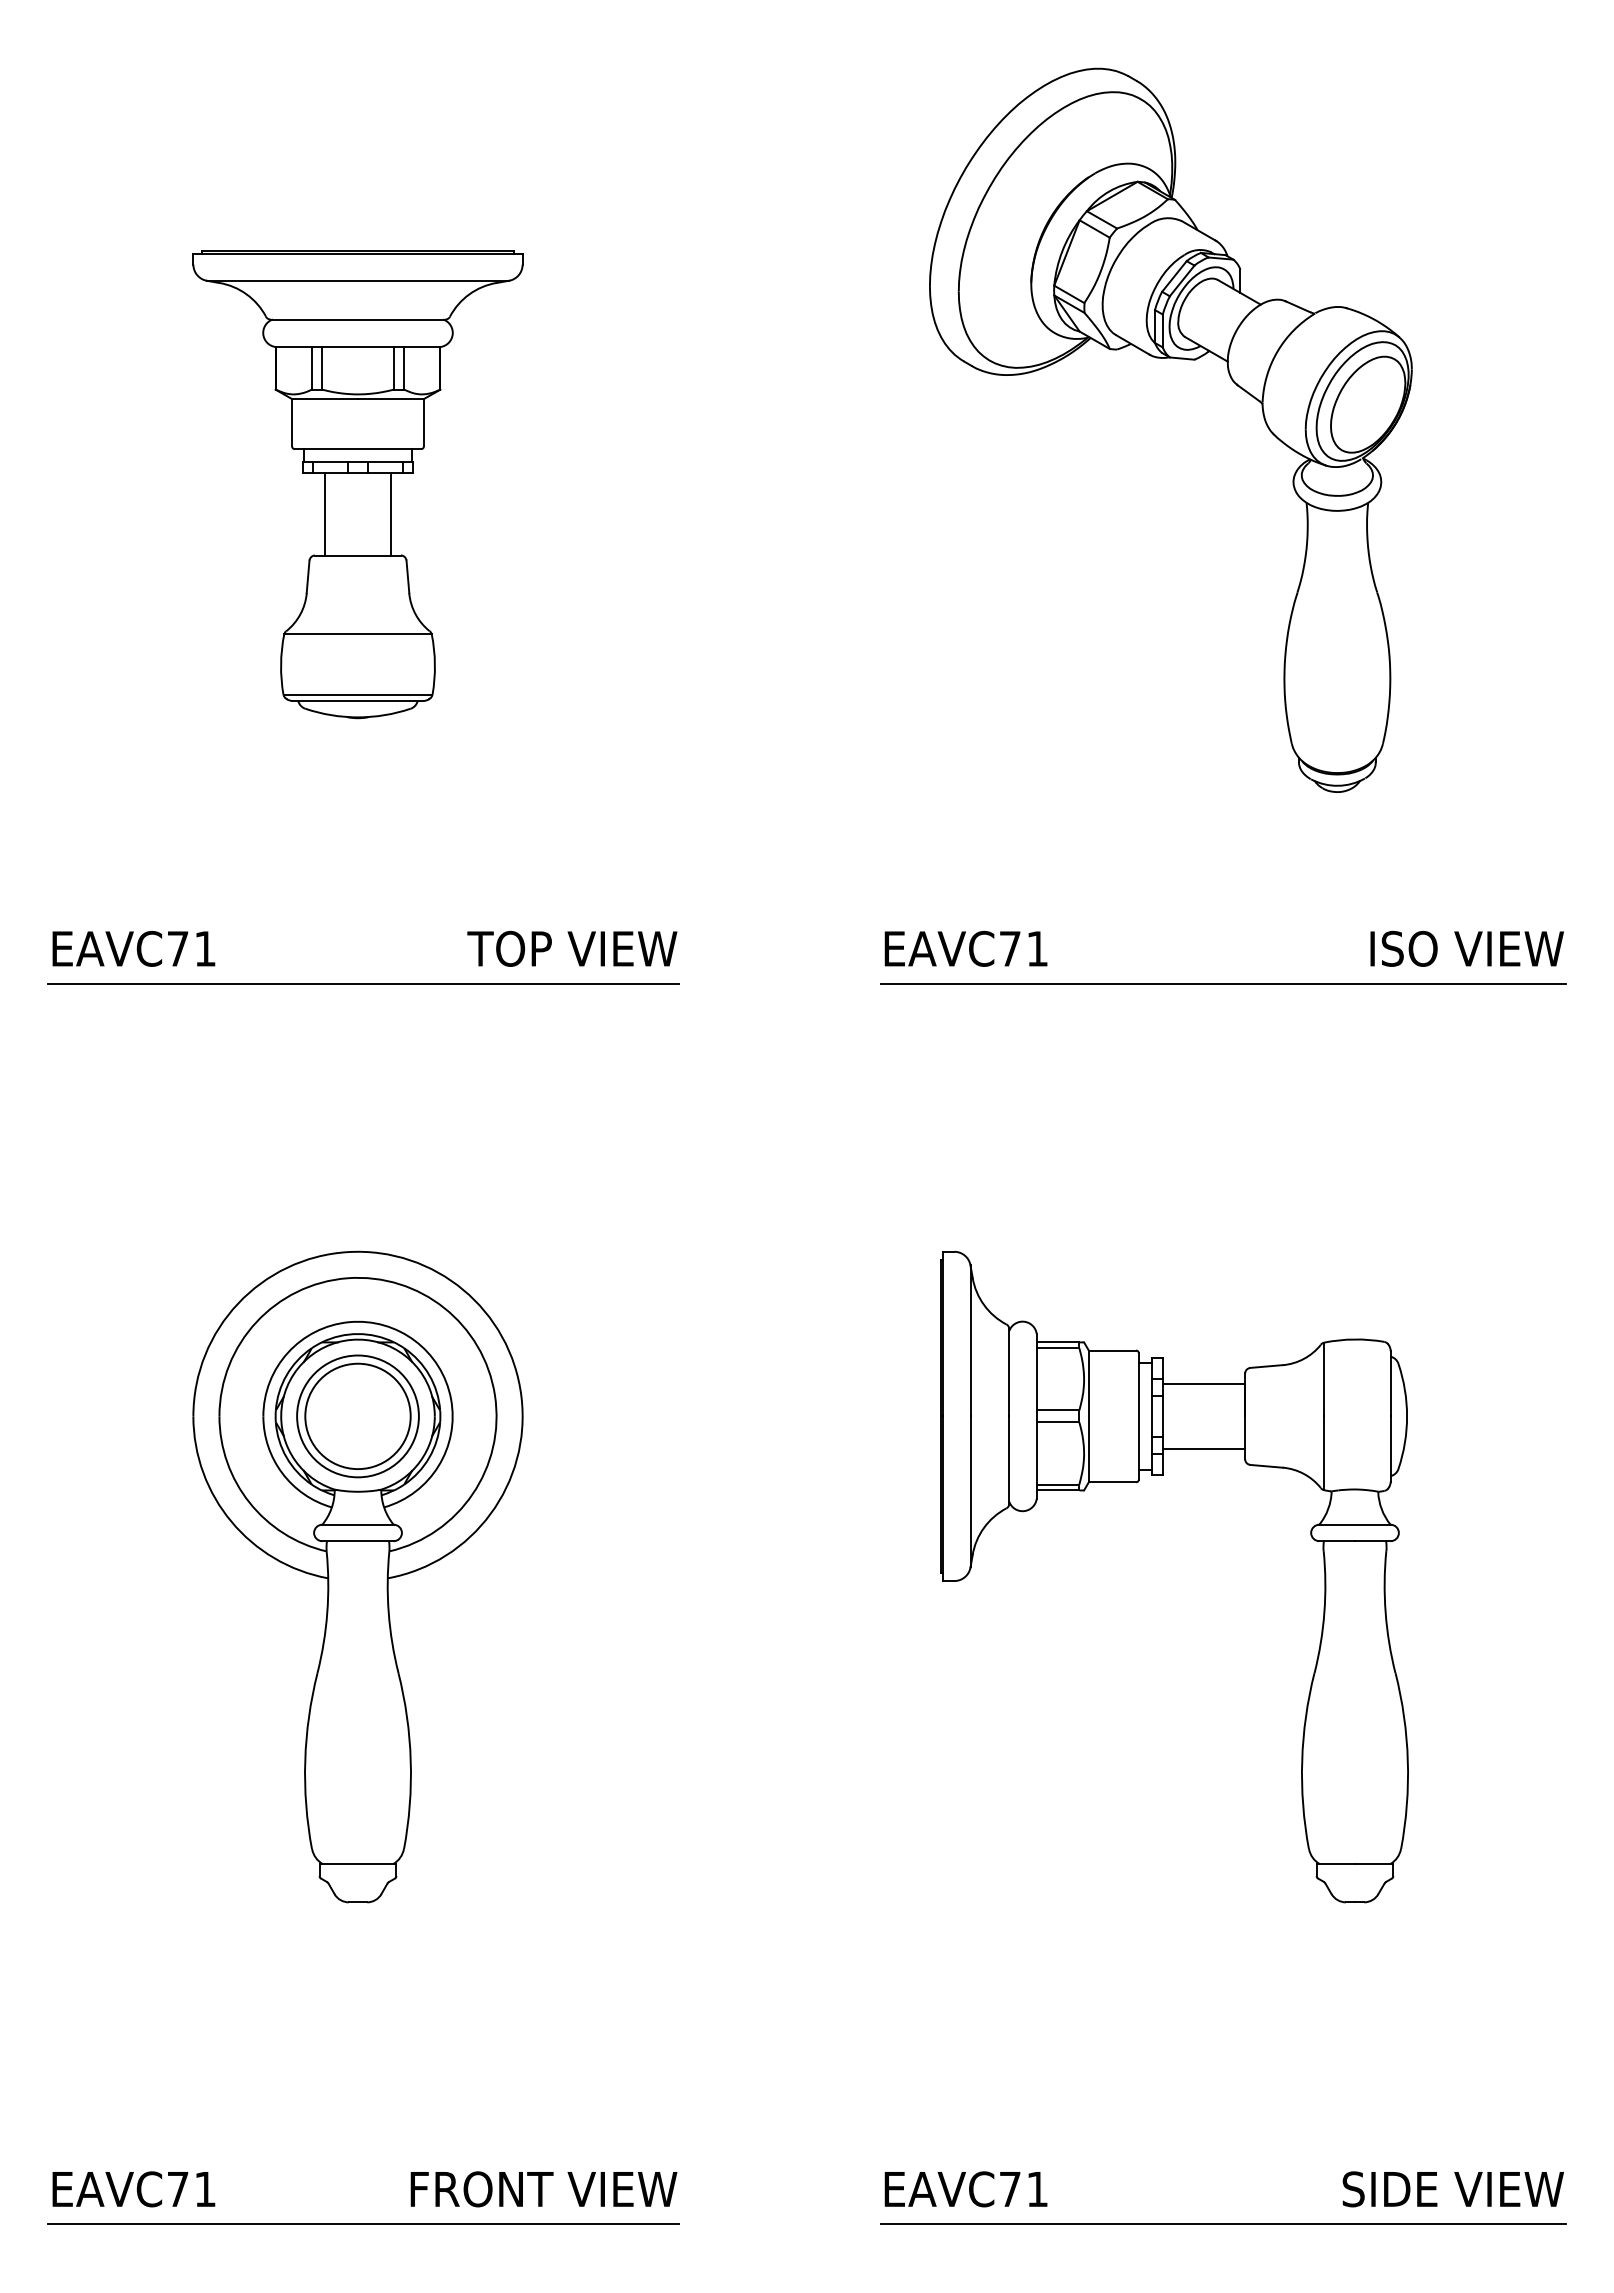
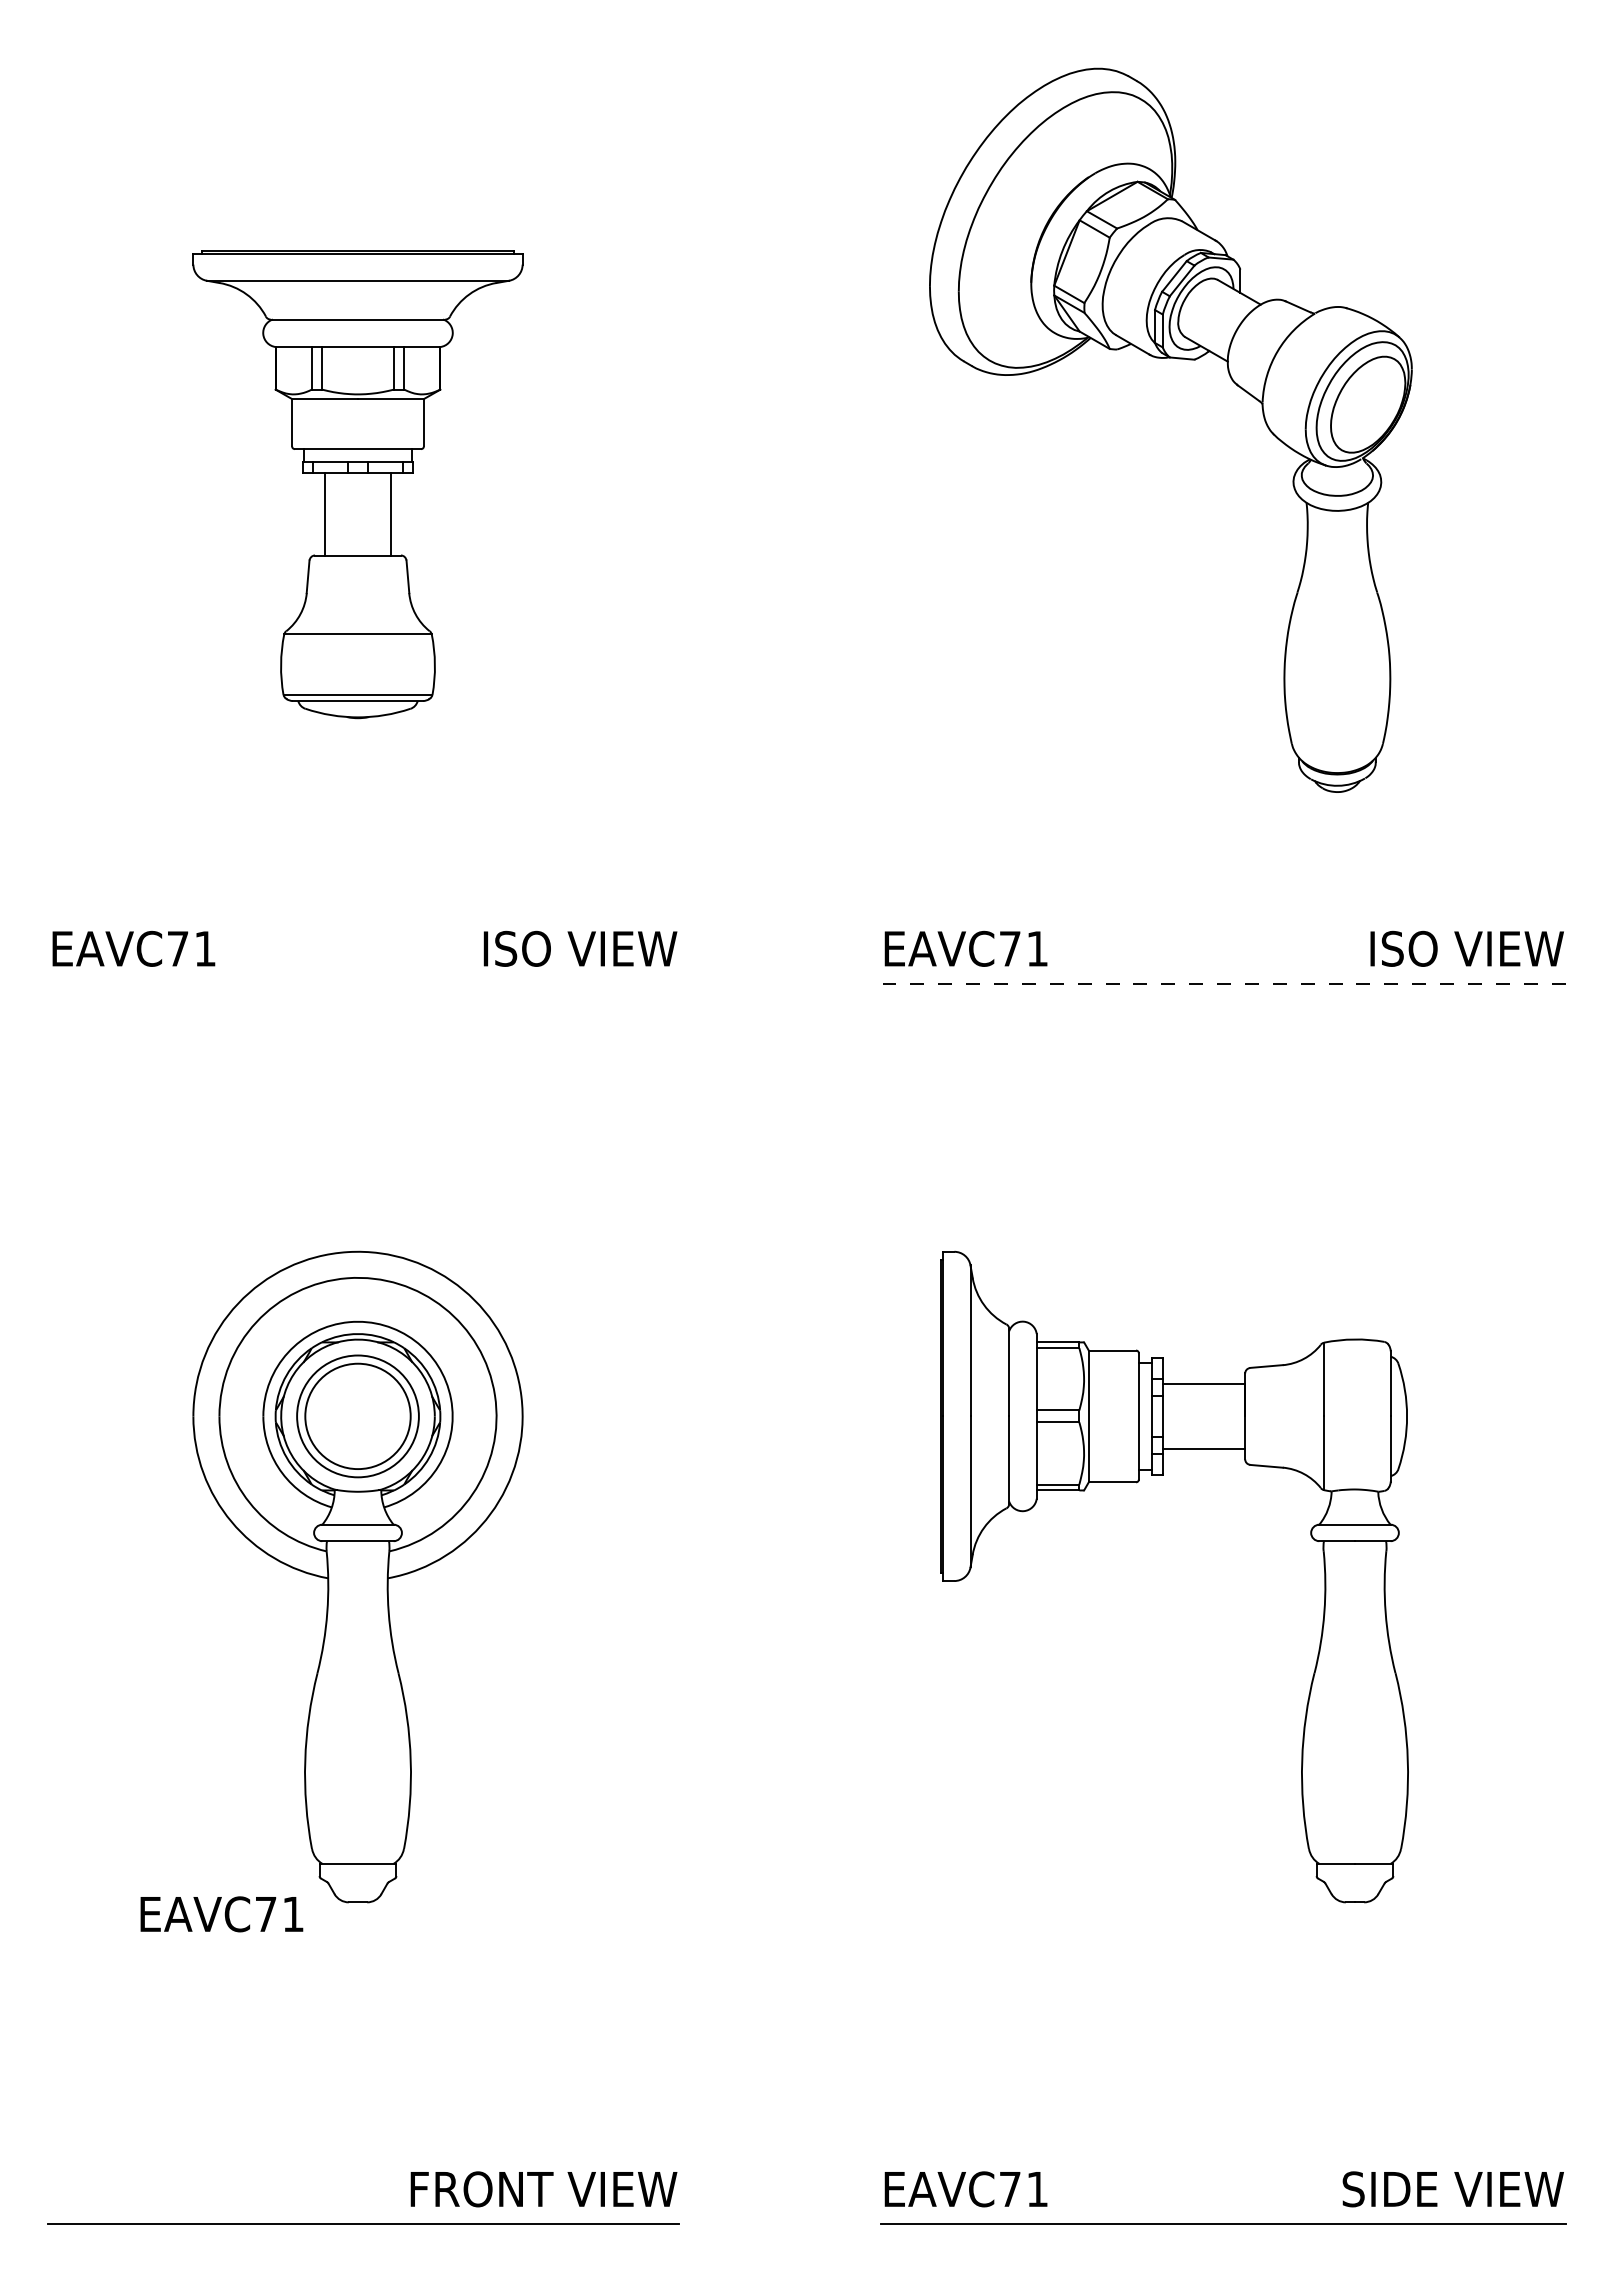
text at (509, 948): TOP VIEW -> ISO VIEW
line at (363, 983): present -> none
line at (1222, 983): solid -> dashed
text at (133, 2189) position: (133, 2189) -> (221, 1914)
